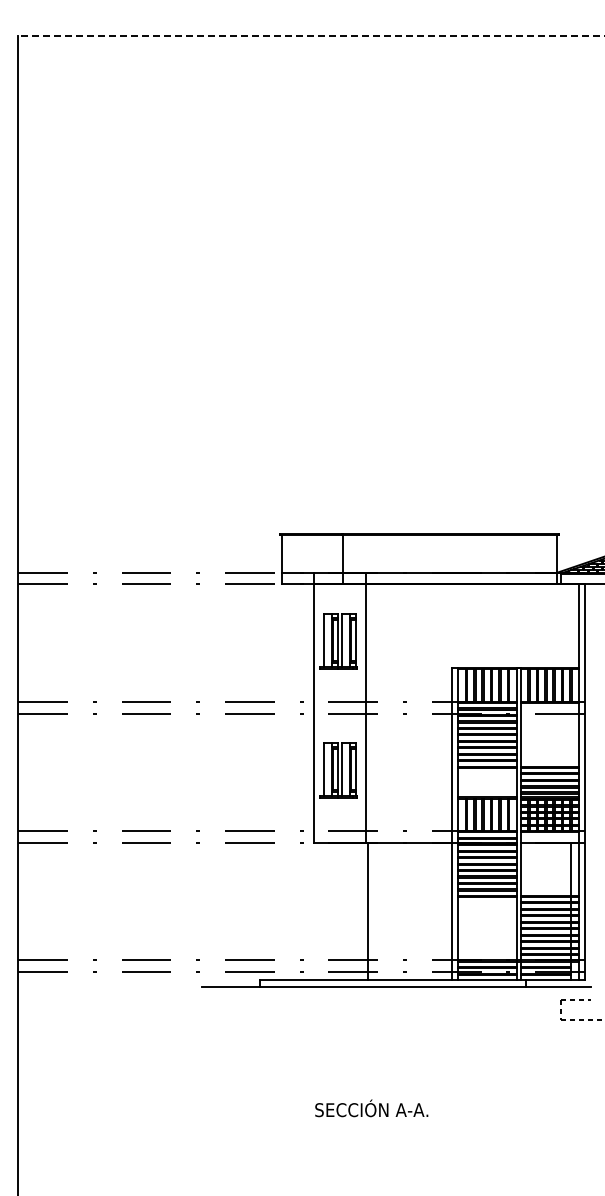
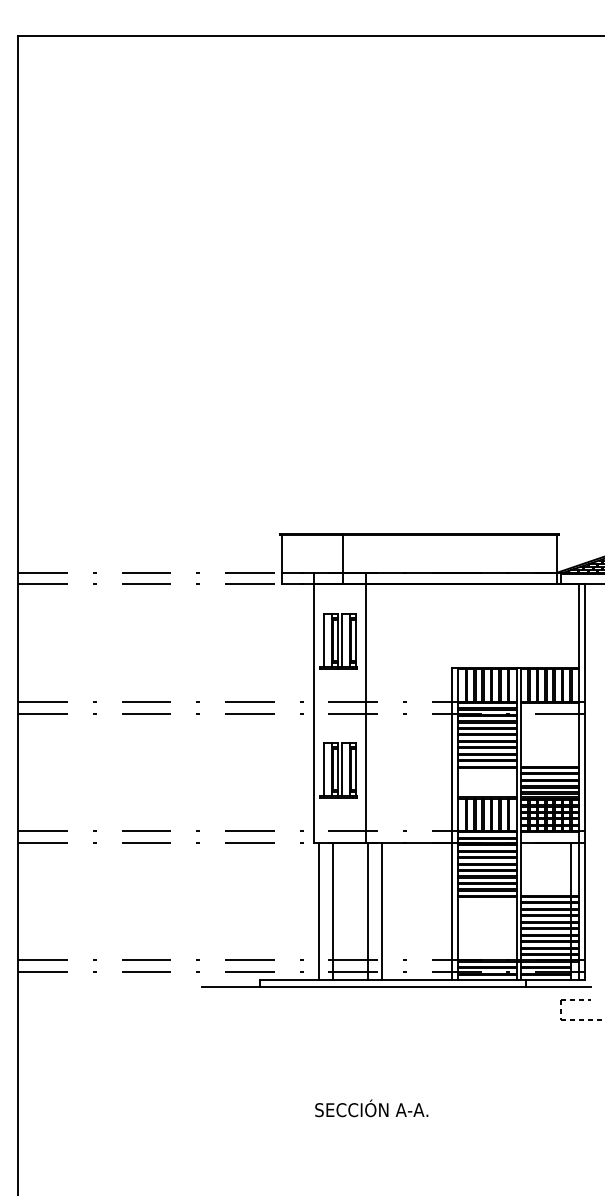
line at (311, 35): dashed -> solid
line at (319, 911): none -> present
line at (332, 911): none -> present
line at (382, 911): none -> present
